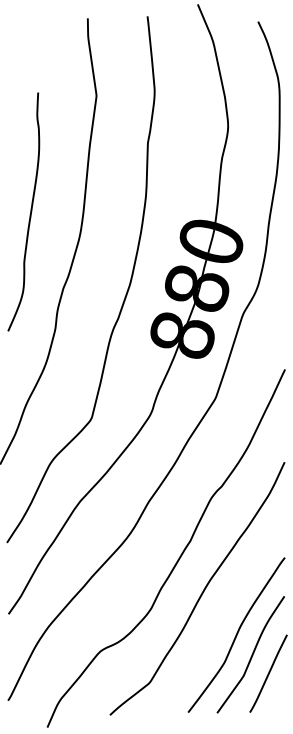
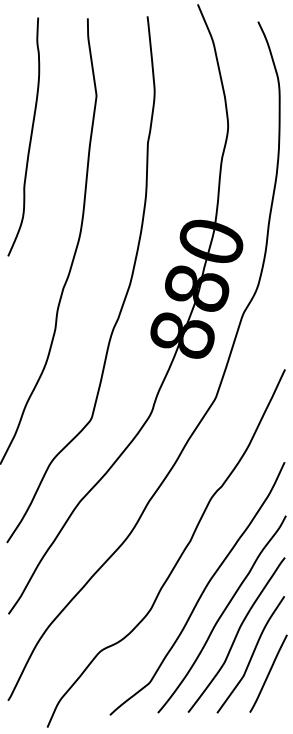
curve at (29, 214) position: (29, 214) -> (29, 139)
curve at (221, 614): none -> present
